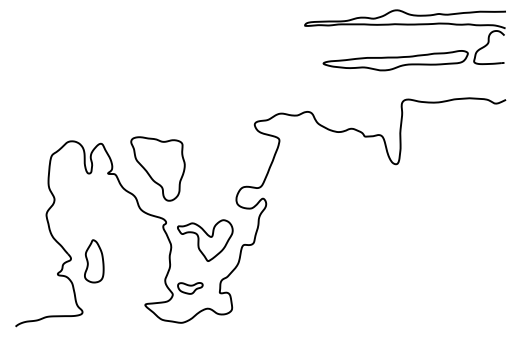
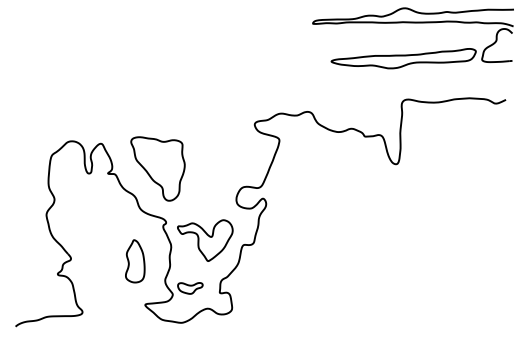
part at (404, 25) position: (404, 25) -> (412, 23)
part at (94, 261) position: (94, 261) -> (135, 261)
